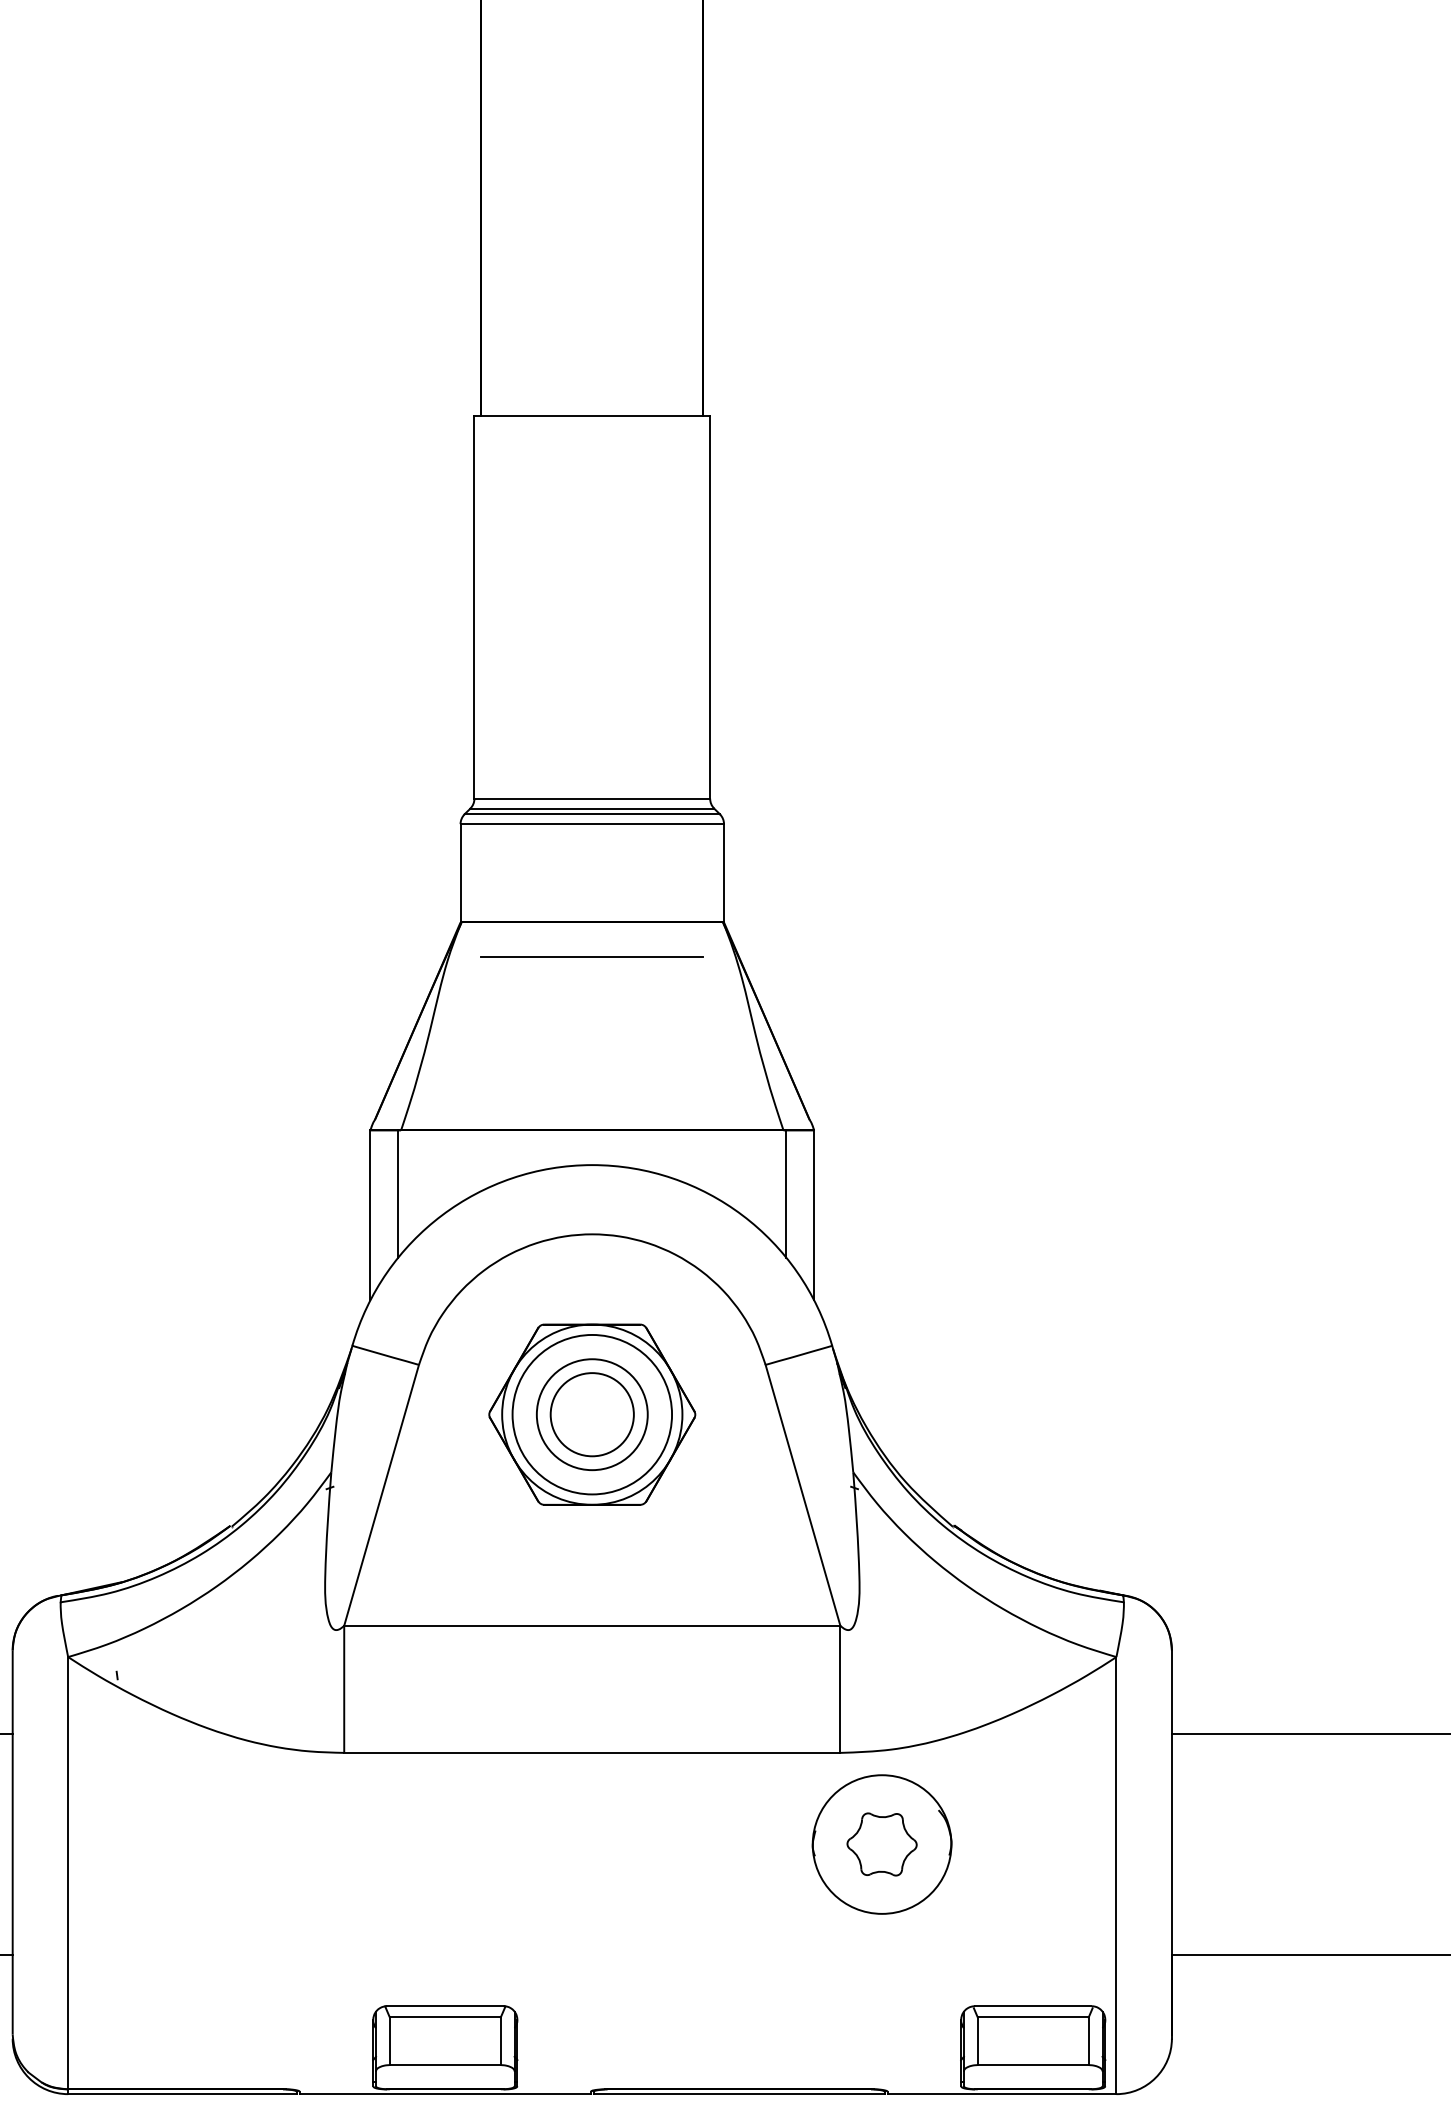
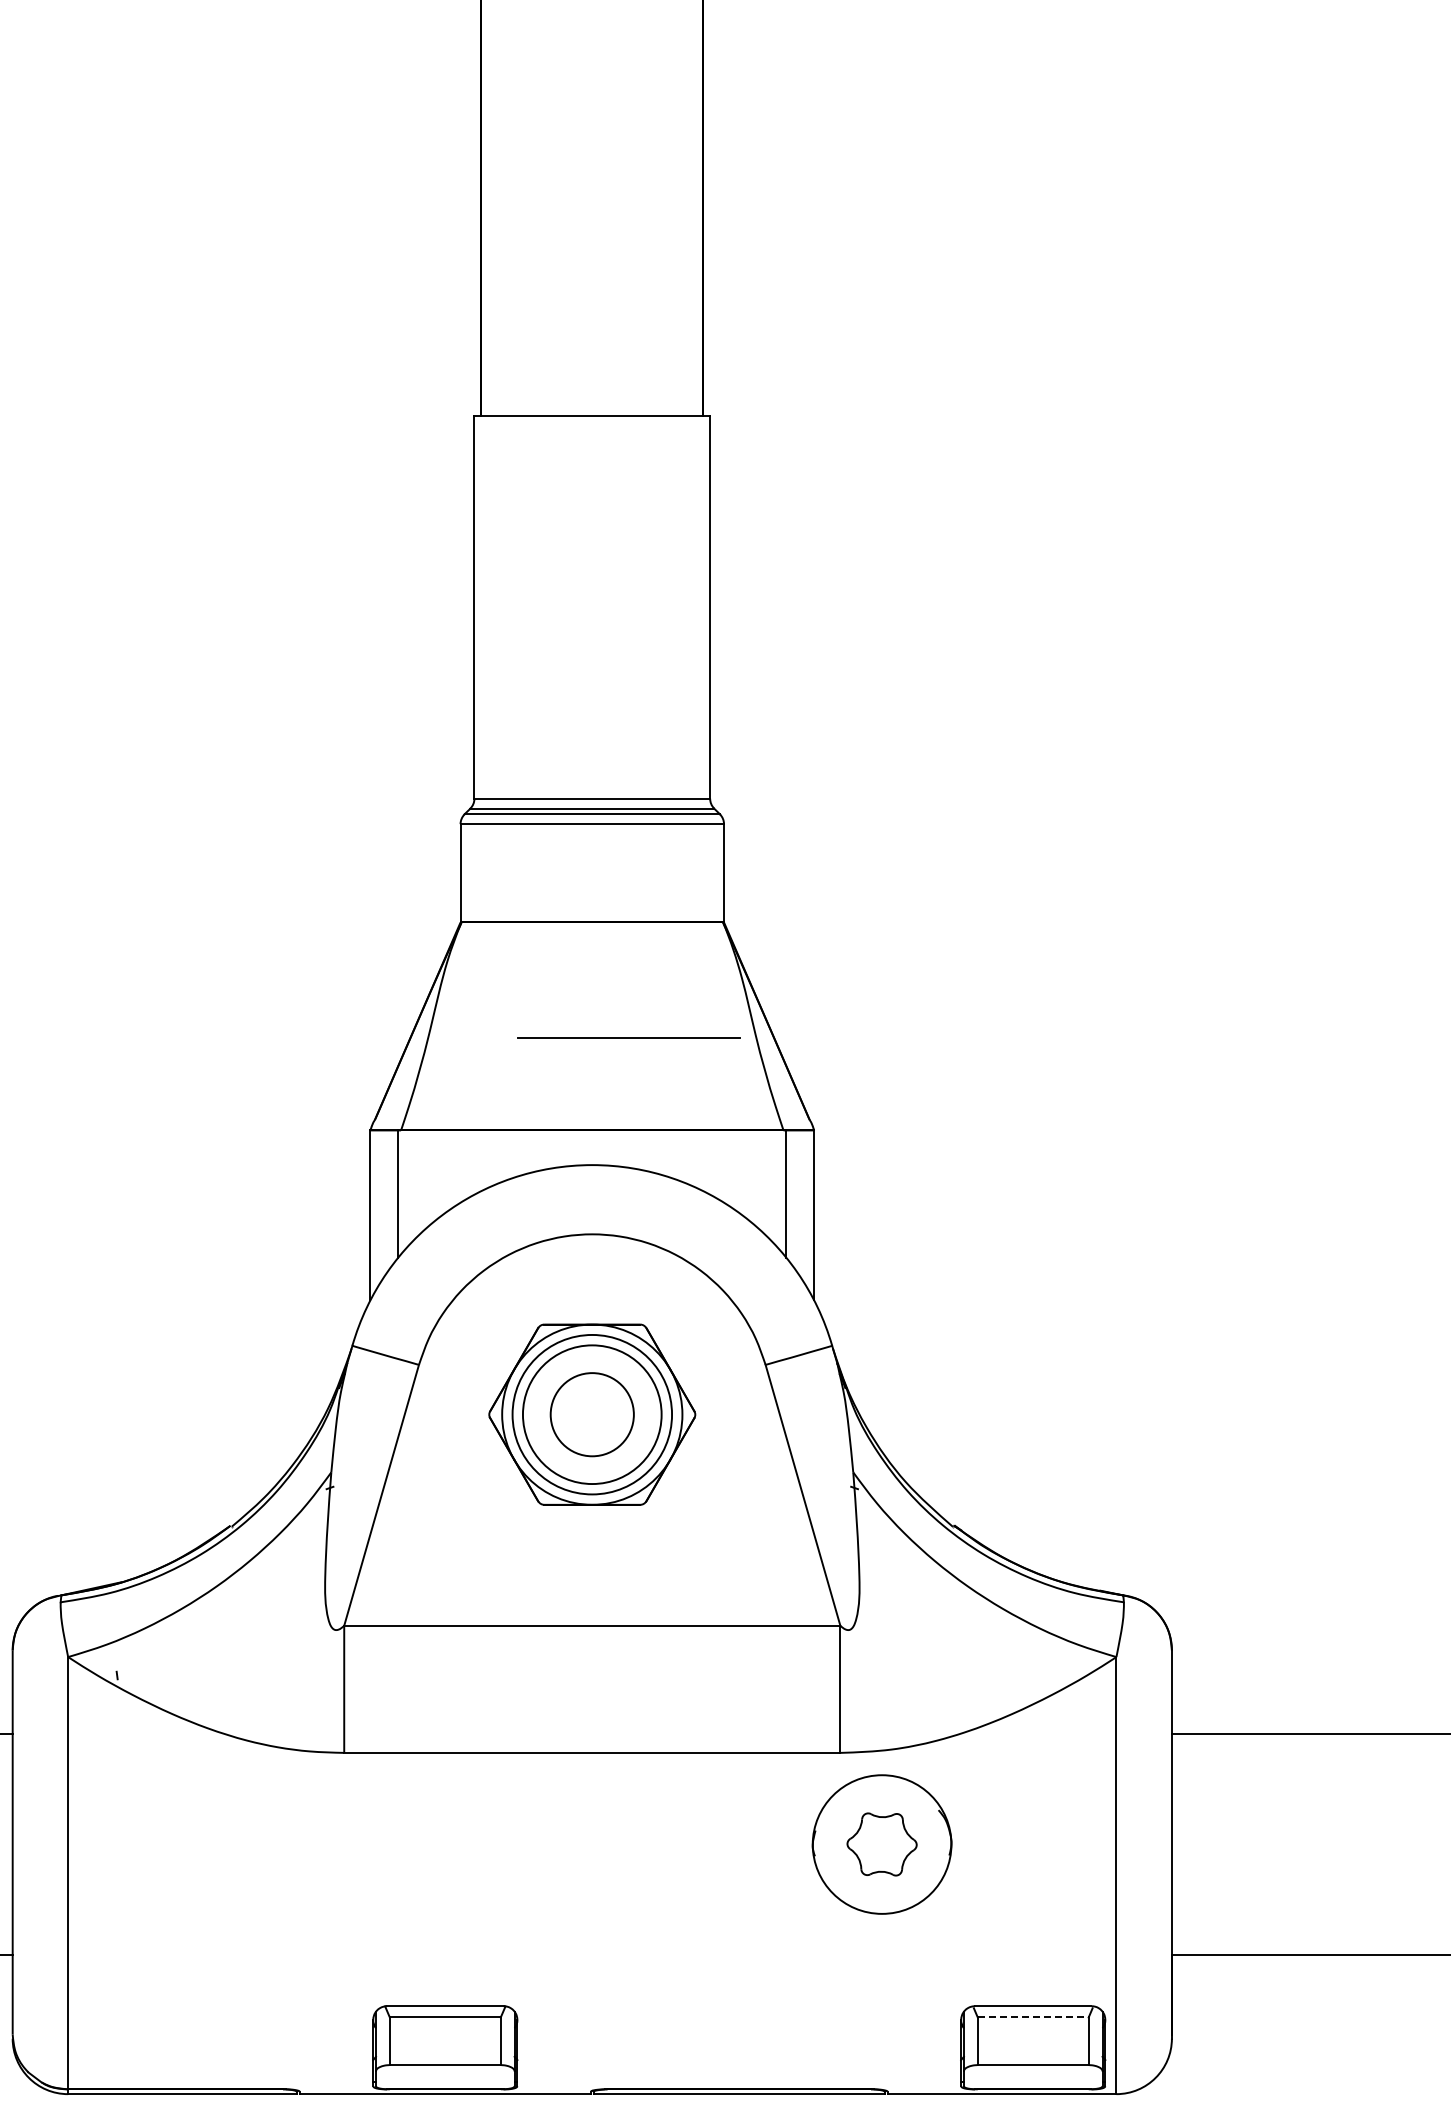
line at (591, 956) position: (591, 956) -> (628, 1037)
circle at (591, 1414) diameter: 111 px -> 139 px
line at (1033, 2017): solid -> dashed
